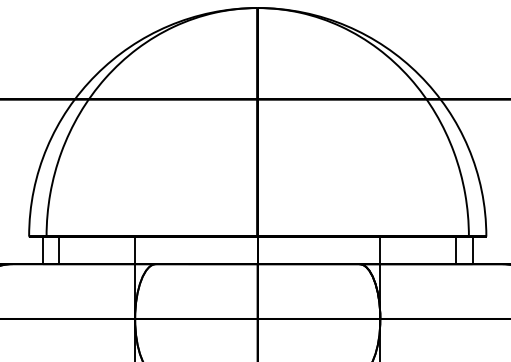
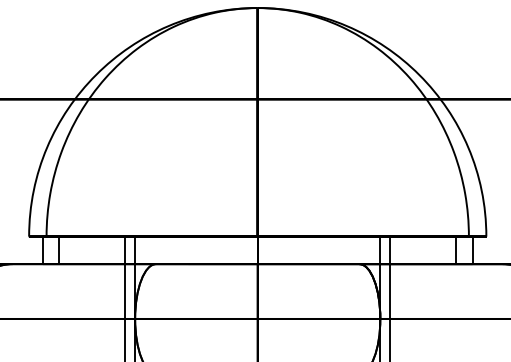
line at (125, 297): none -> present
line at (390, 297): none -> present
